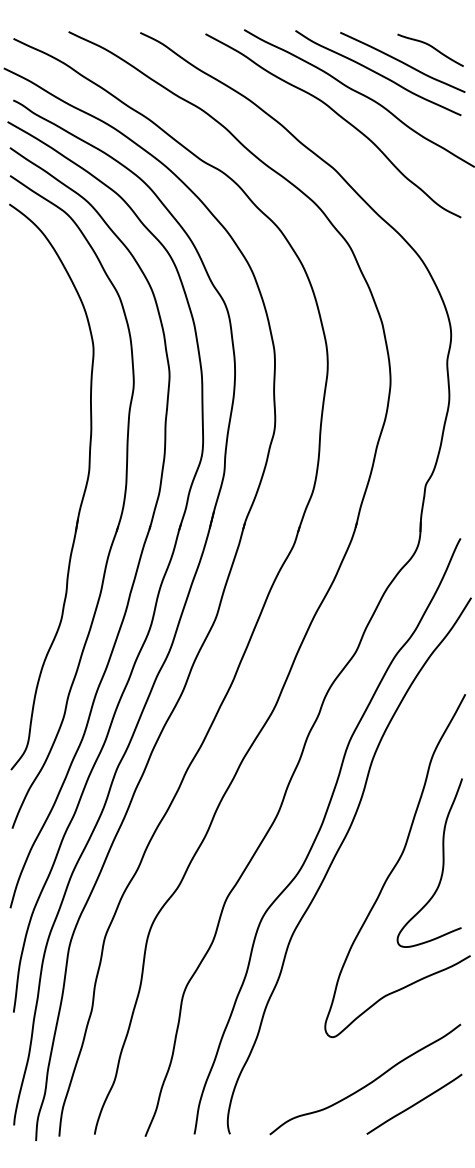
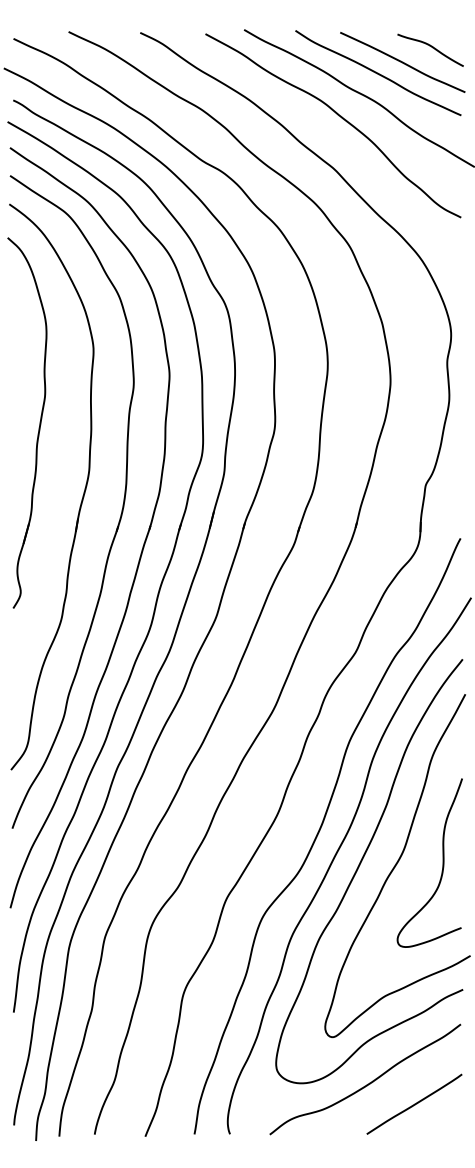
part at (39, 422): none -> present
curve at (359, 867): none -> present
